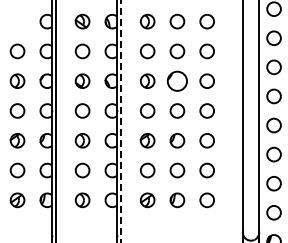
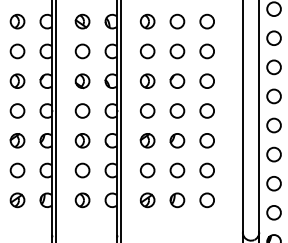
part at (17, 21): none -> present
part at (176, 80) size: 22x22 px -> 17x16 px
line at (121, 120): dashed -> solid
